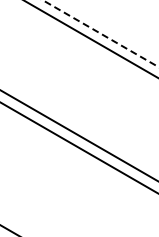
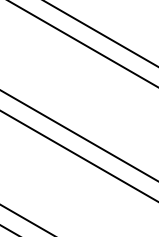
line at (100, 33): dashed -> solid
line at (91, 39) position: (91, 39) -> (83, 43)
line at (78, 147) position: (78, 147) -> (78, 155)
line at (26, 219): none -> present
